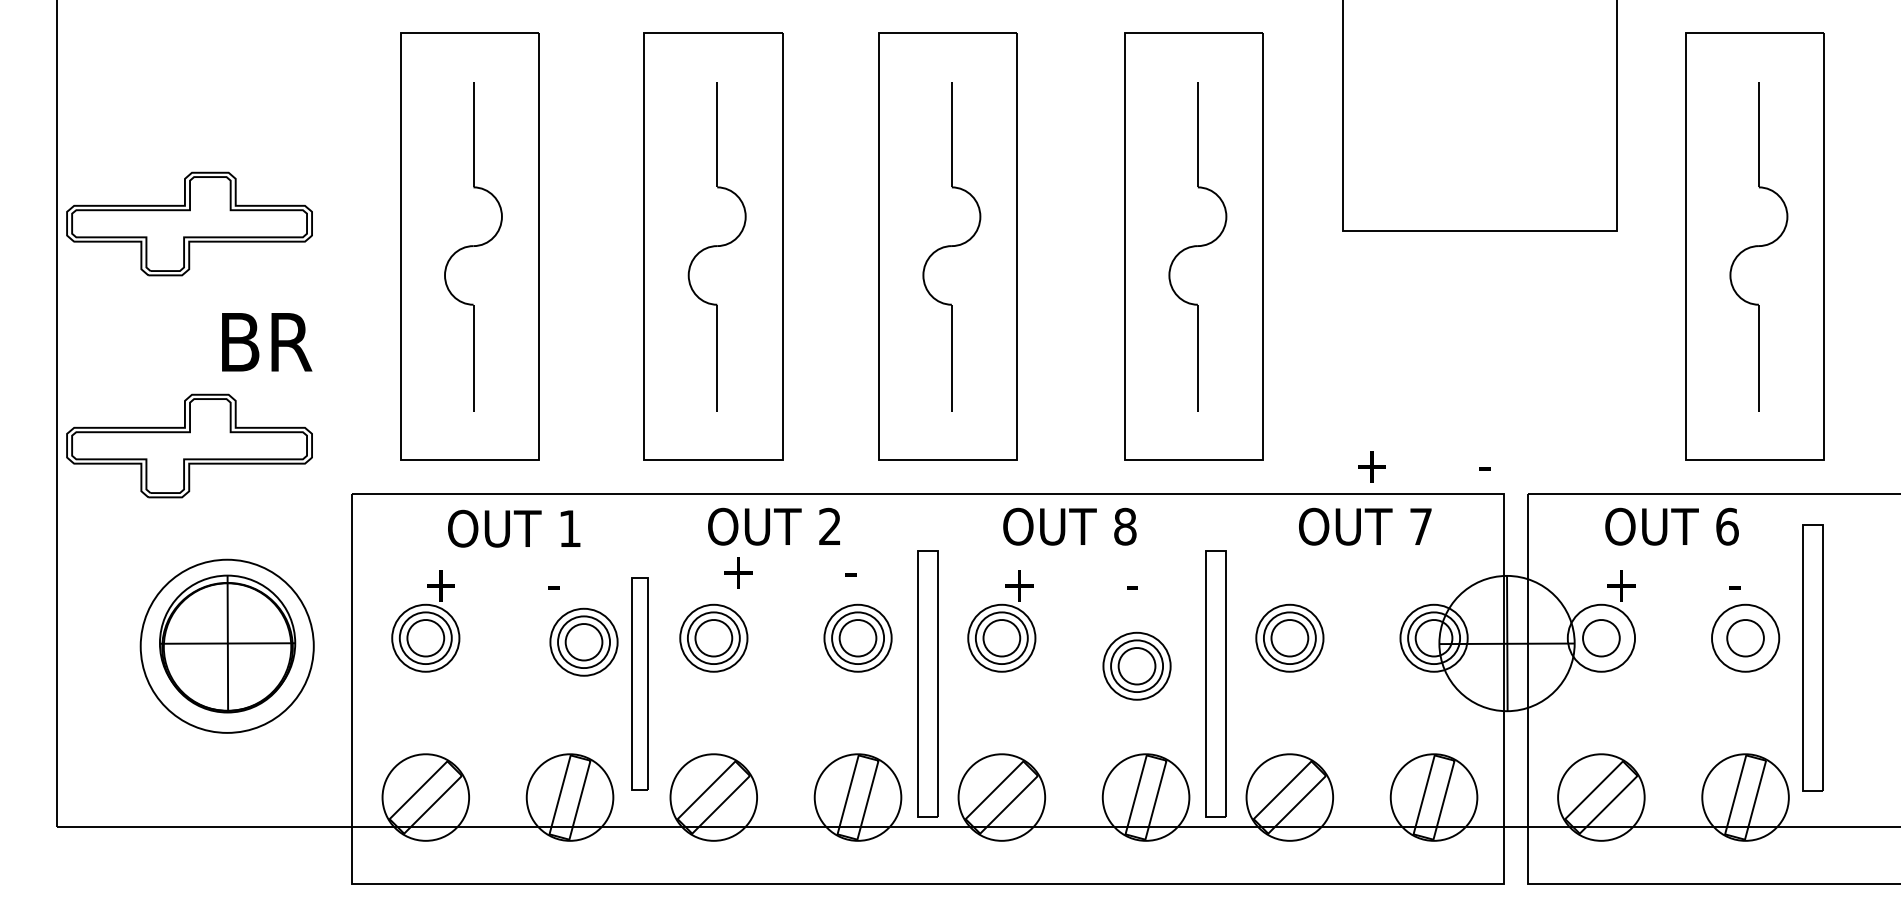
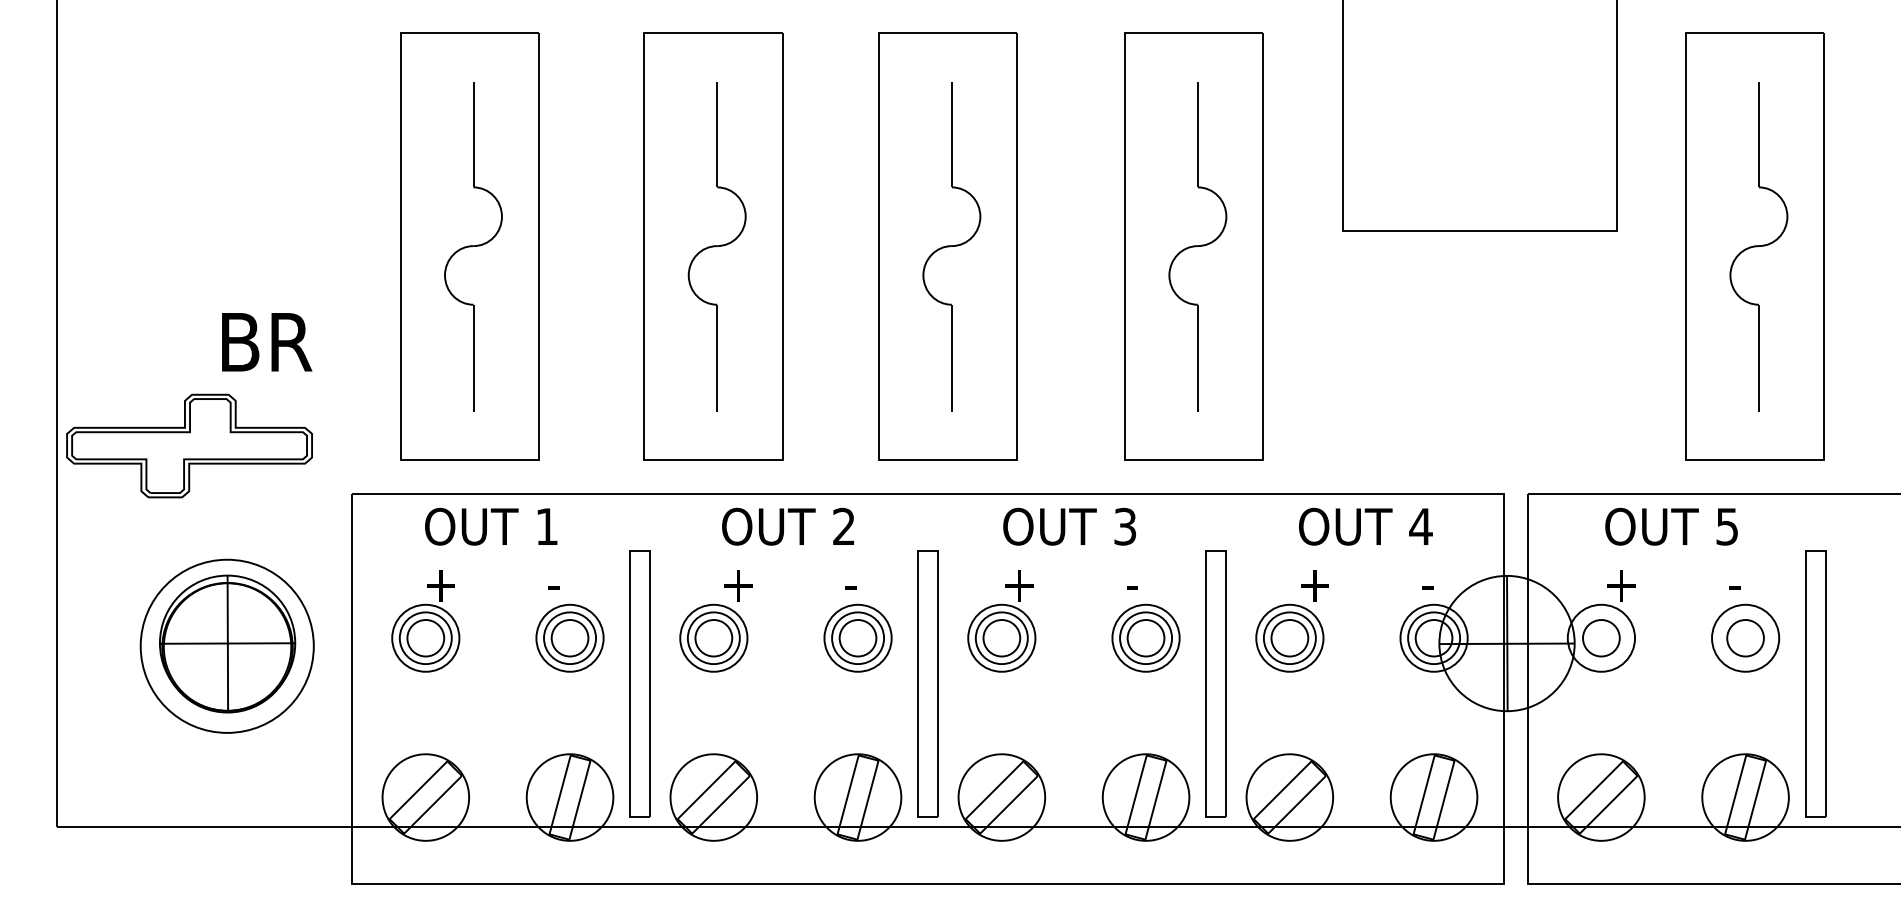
part at (189, 223): present -> none
text at (1424, 466) position: (1424, 466) -> (1367, 585)
text at (773, 526) position: (773, 526) -> (787, 526)
text at (1125, 526): 8 -> 3
text at (1420, 526): 7 -> 4
text at (1727, 526): 6 -> 5
text at (514, 528) position: (514, 528) -> (491, 526)
text at (790, 572) position: (790, 572) -> (790, 585)
part at (583, 641) position: (583, 641) -> (569, 637)
part at (1812, 657) position: (1812, 657) -> (1815, 683)
part at (1136, 665) position: (1136, 665) -> (1145, 637)
part at (639, 683) size: 18x214 px -> 22x268 px
